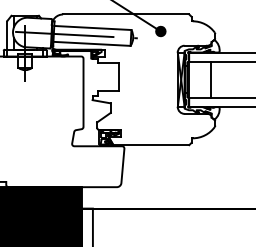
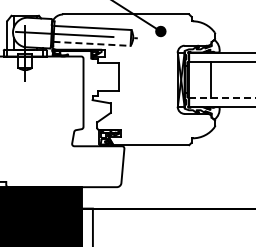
line at (92, 43): solid -> dashed
line at (222, 98): solid -> dashed
